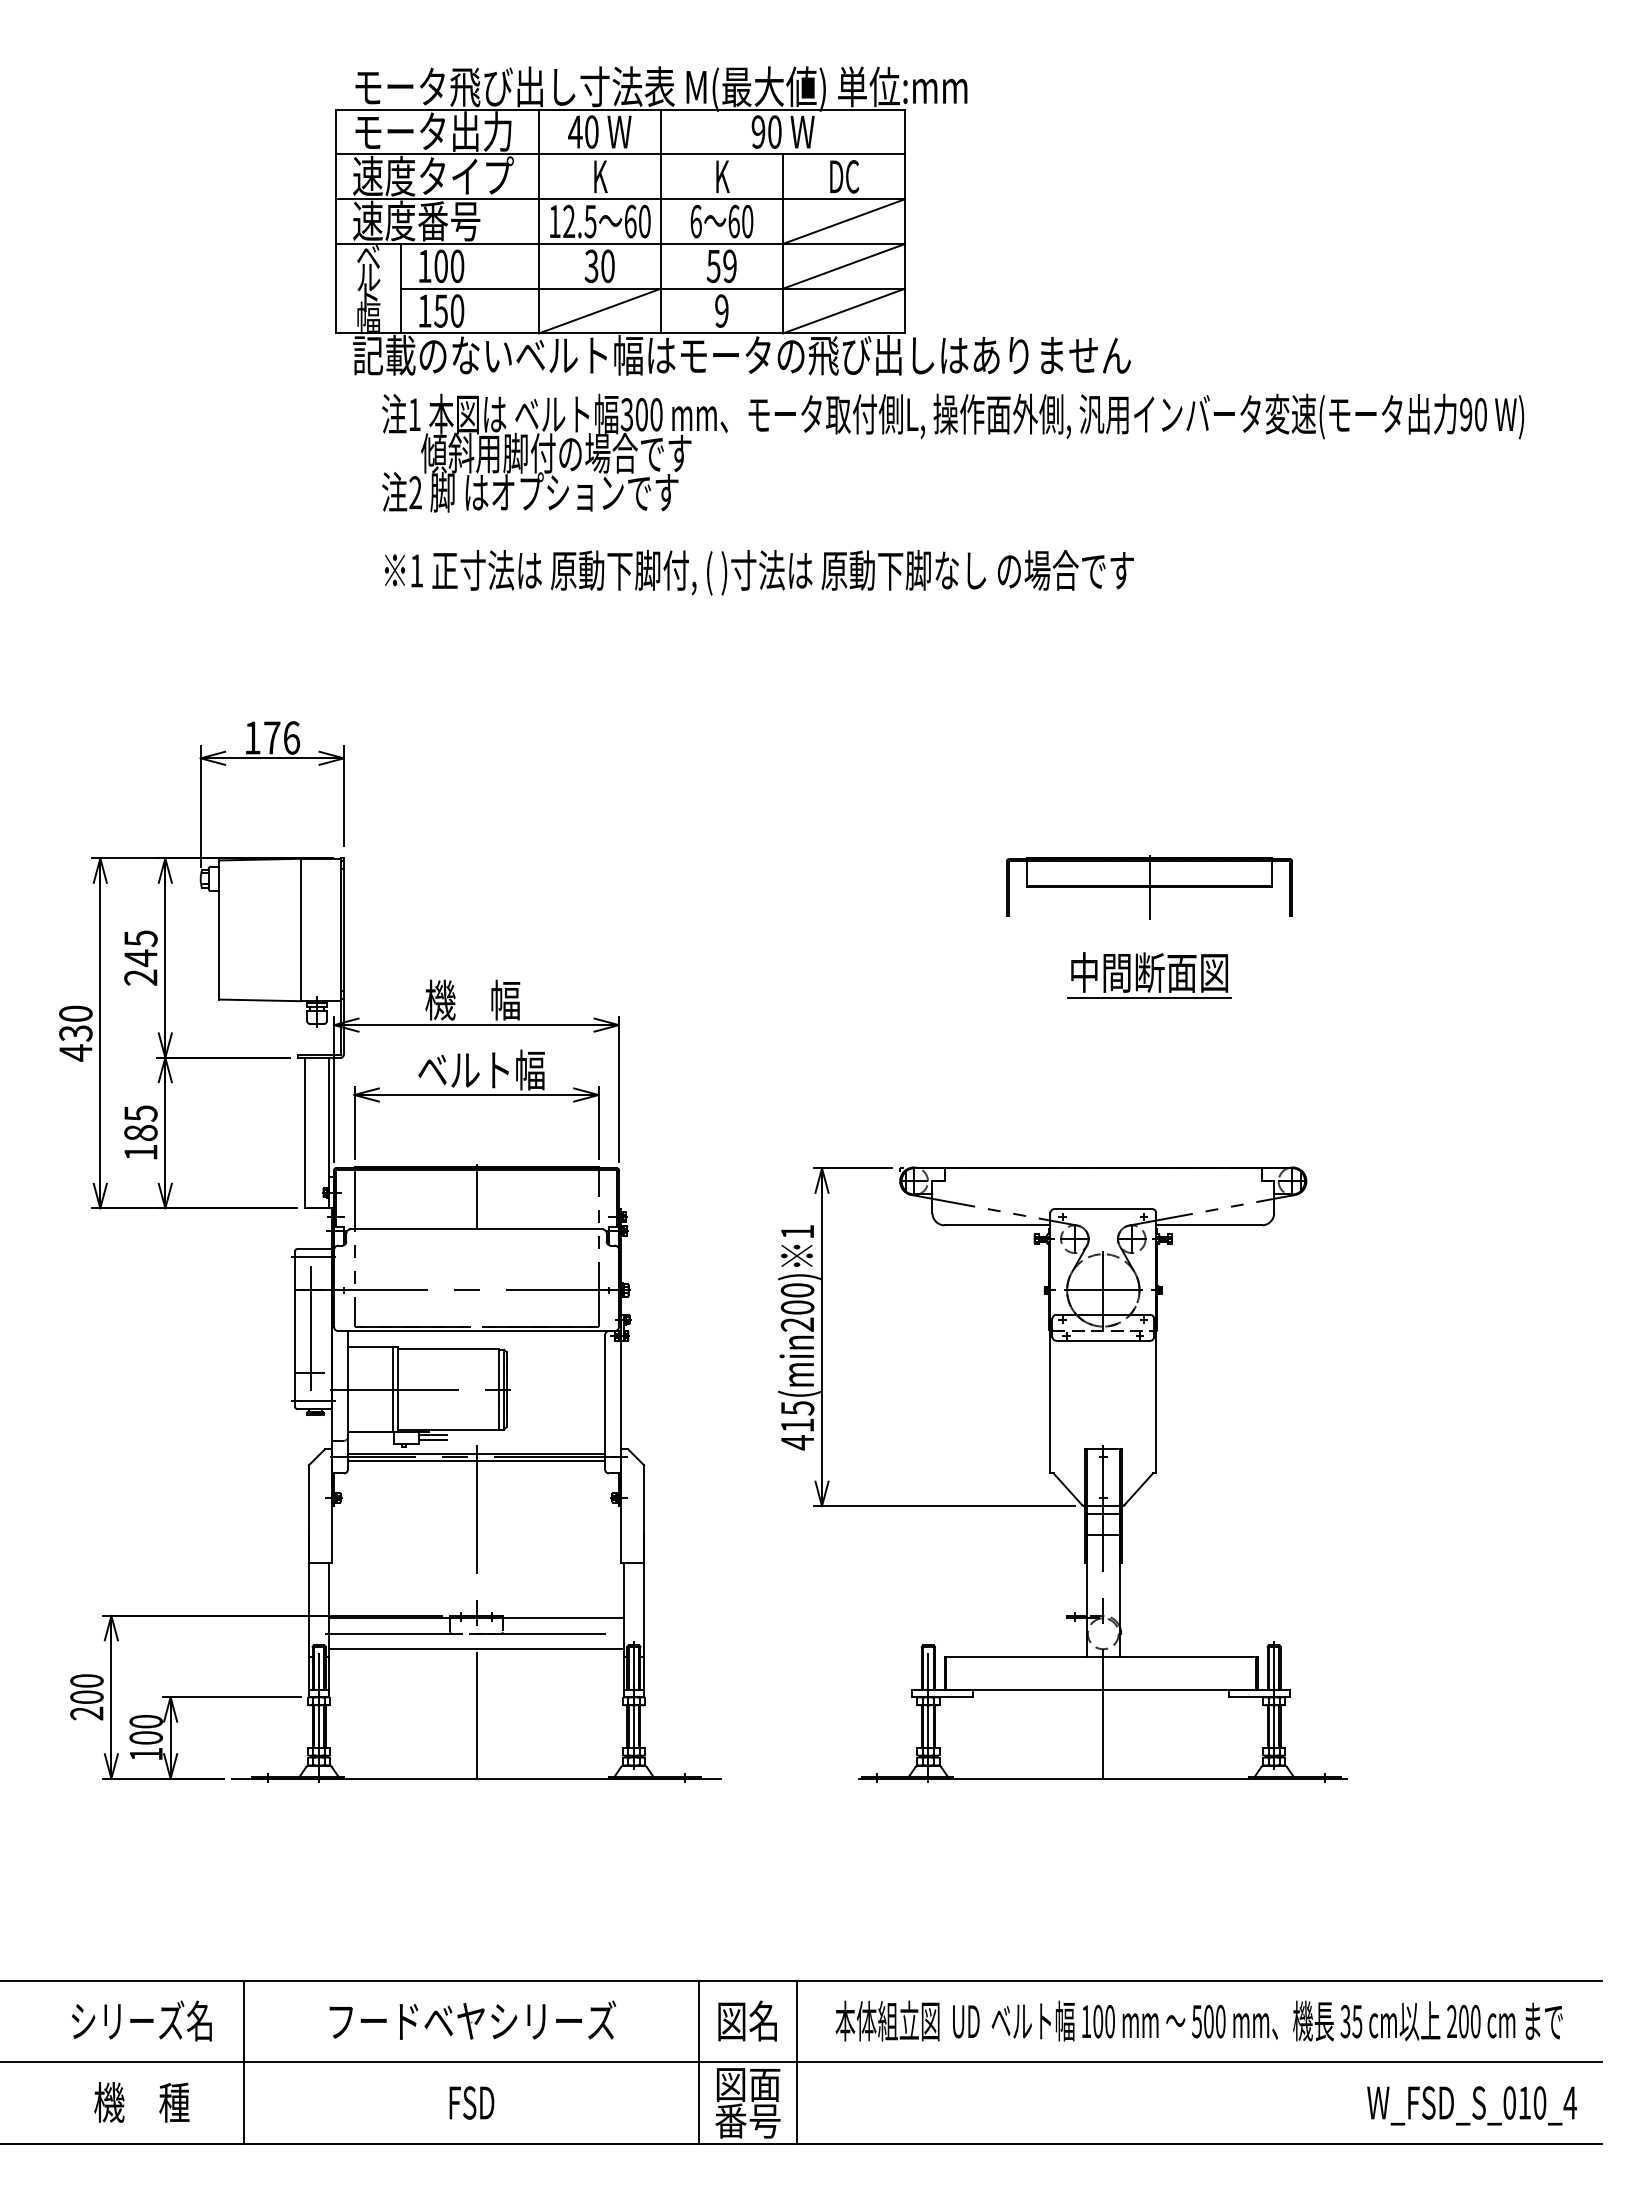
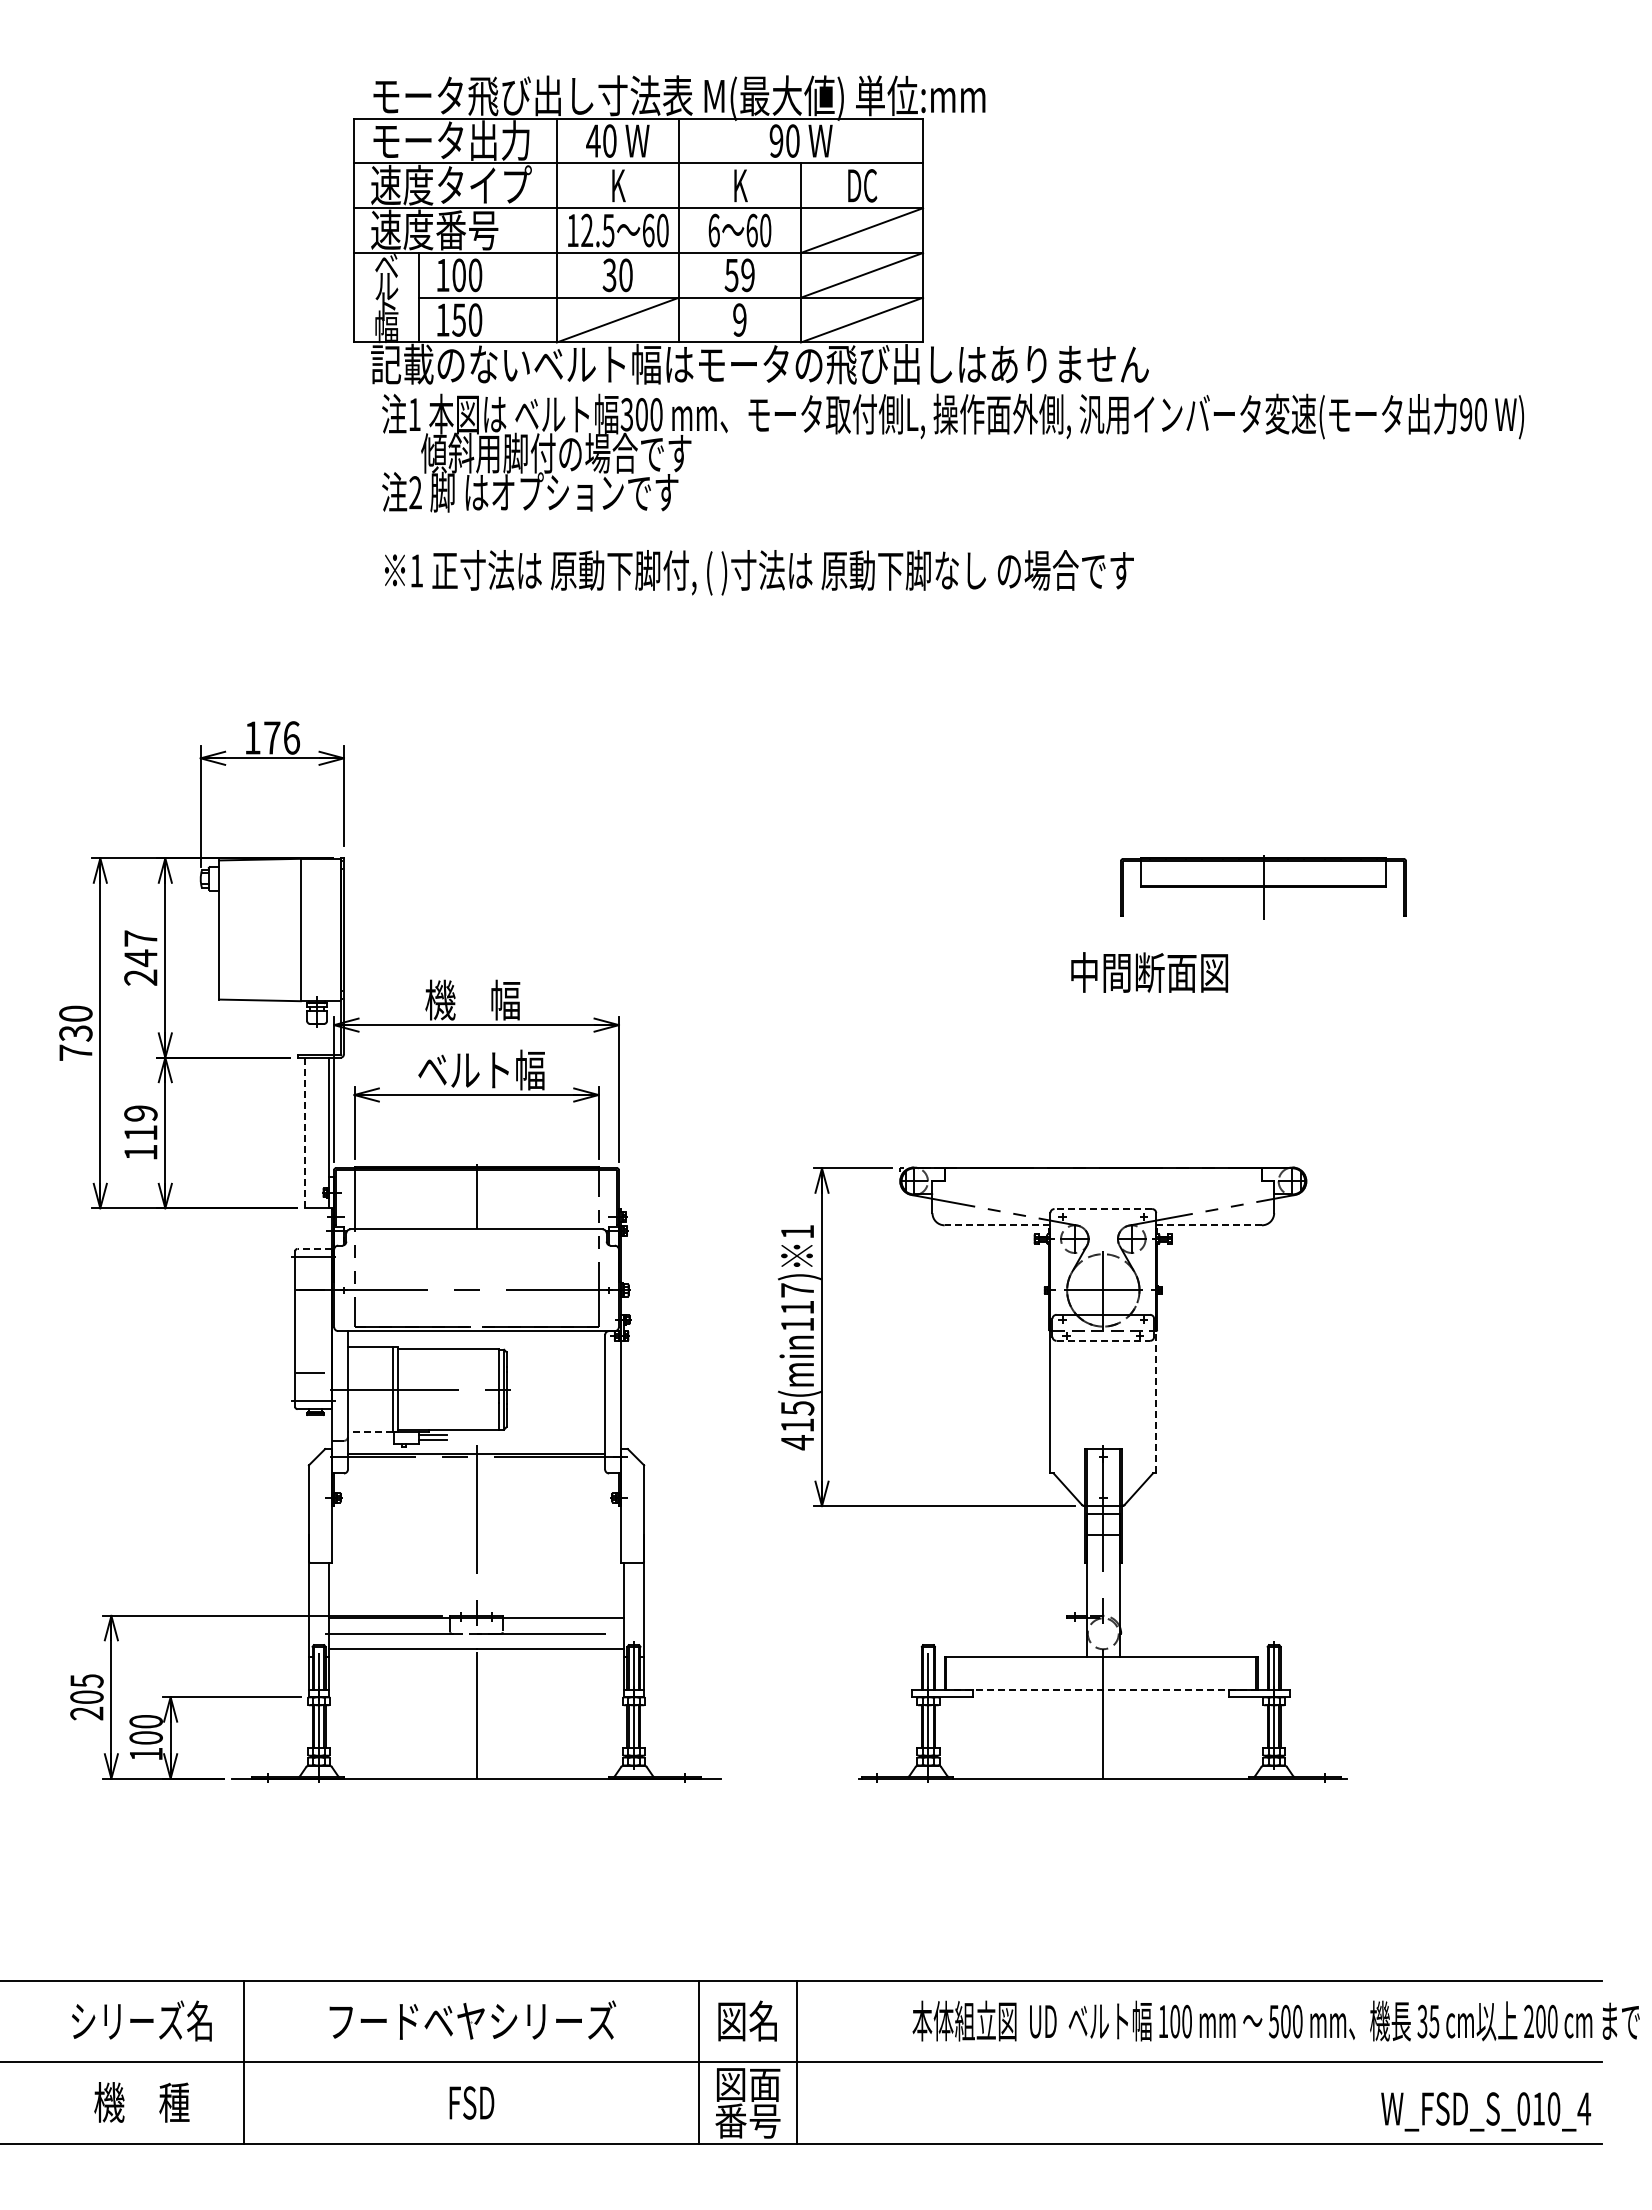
part at (732, 220) position: (732, 220) -> (750, 229)
part at (1149, 887) position: (1149, 887) -> (1263, 887)
text at (140, 938): 245 -> 247
line at (1149, 997): present -> none
text at (75, 1052): 430 -> 730
text at (140, 1123): 185 -> 119
line at (304, 1132): solid -> dashed
line at (1103, 1209): solid -> dashed
line at (997, 1225): solid -> dashed
line at (1209, 1225): solid -> dashed
line at (314, 1248): solid -> dashed
text at (797, 1307): 415(min200) -> 415(min117)
line at (310, 1328): present -> none
line at (1103, 1340): solid -> dashed
line at (1156, 1401): solid -> dashed
line at (369, 1431): solid -> dashed
line at (476, 1460): present -> none
text at (86, 1681): 200 -> 205
line at (1101, 1689): solid -> dashed
text at (1198, 2020) position: (1198, 2020) -> (1275, 2020)
text at (1472, 2105) position: (1472, 2105) -> (1486, 2111)
